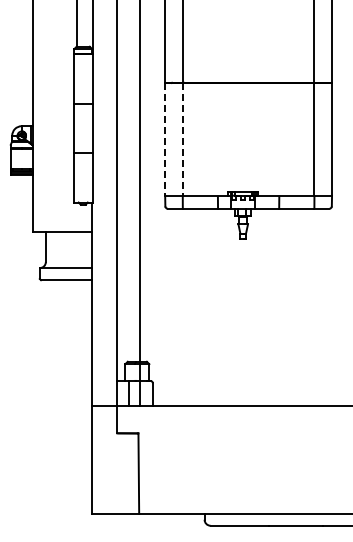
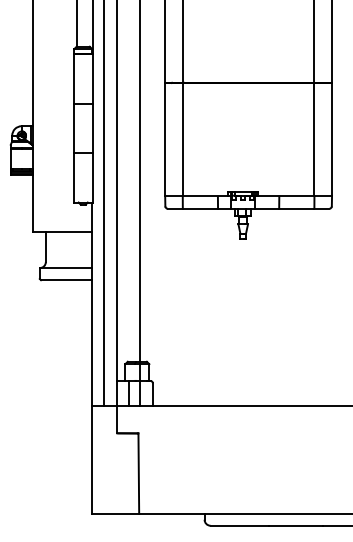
line at (165, 139): dashed -> solid
line at (182, 139): dashed -> solid
line at (104, 204): none -> present
